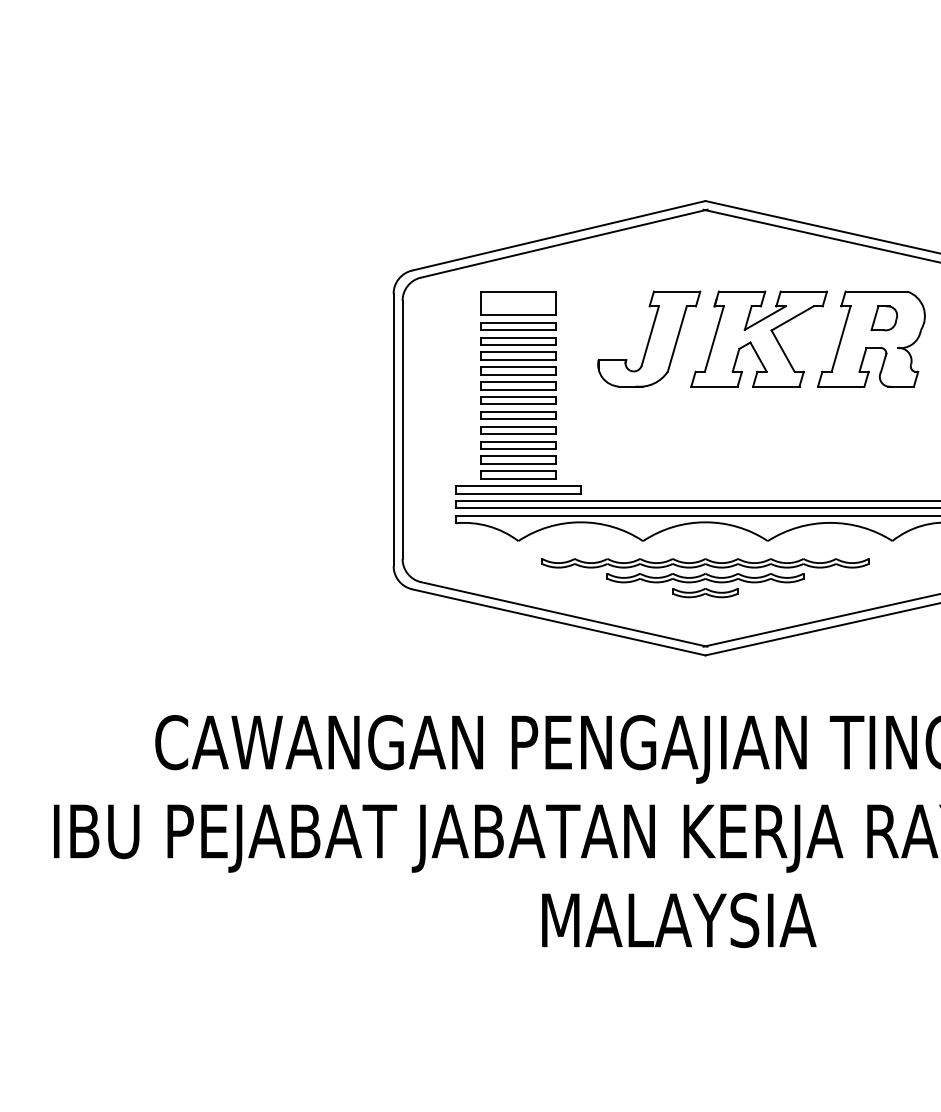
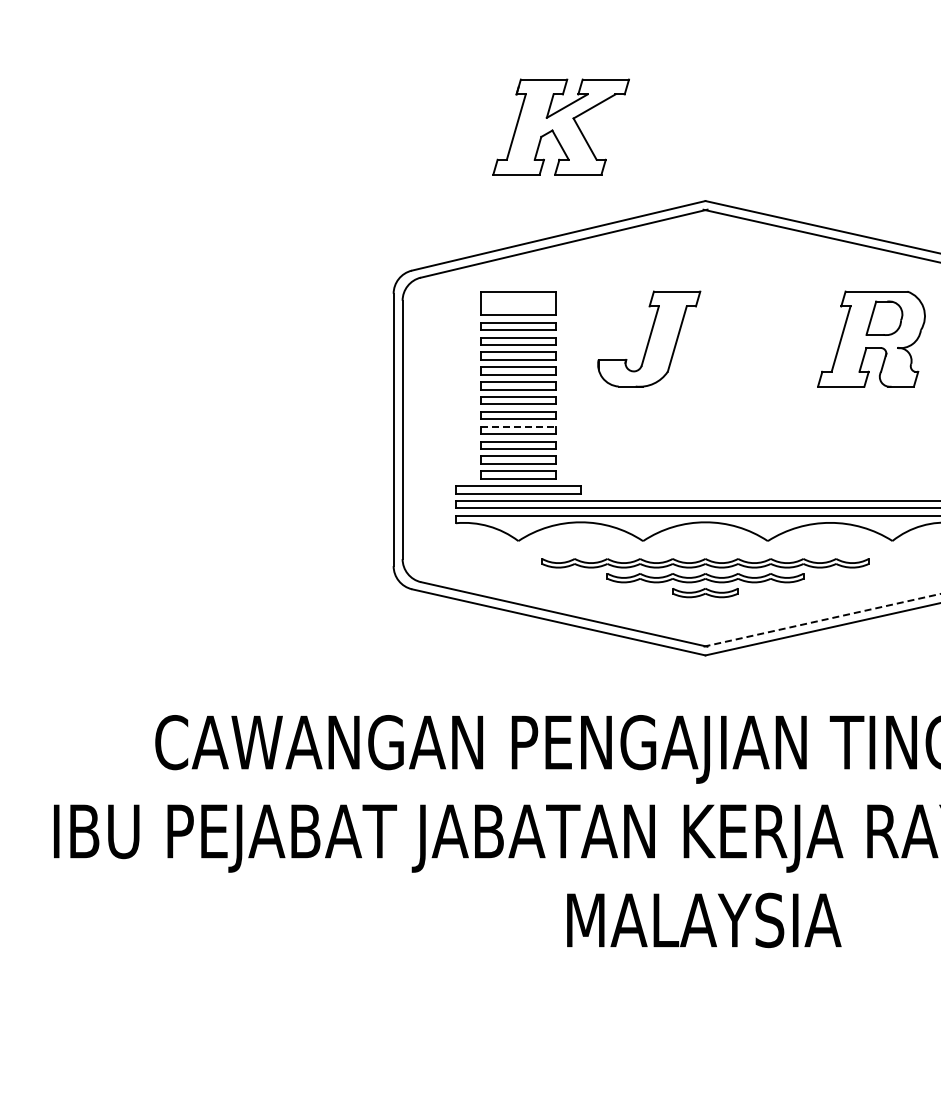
part at (883, 318) size: 28x27 px -> 39x36 px
part at (758, 338) position: (758, 338) -> (560, 126)
line at (518, 426): solid -> dashed
line at (822, 620): solid -> dashed
text at (679, 920) position: (679, 920) -> (704, 920)
